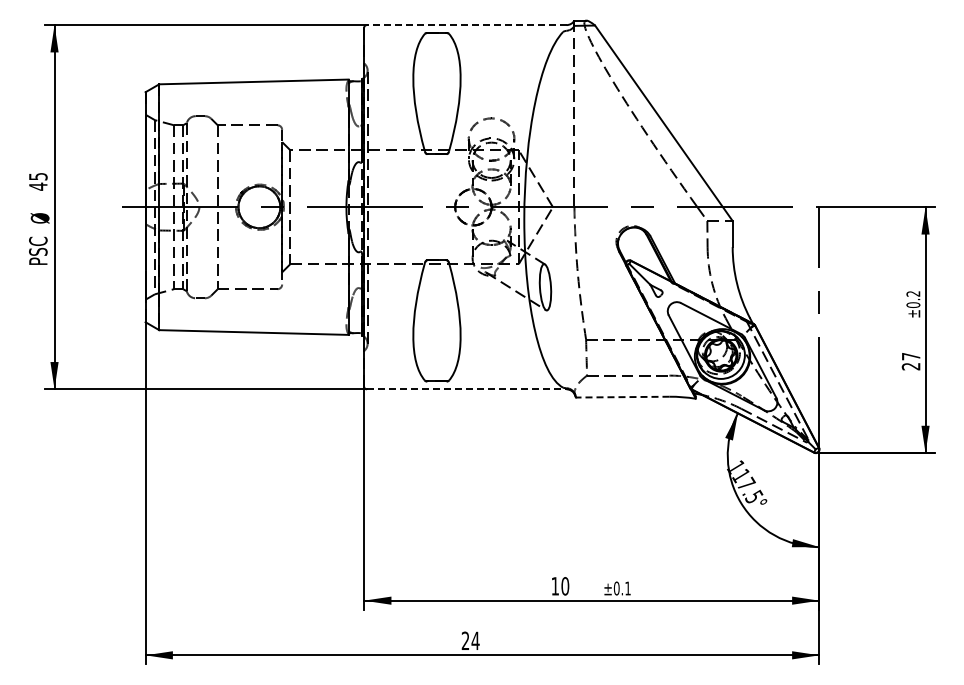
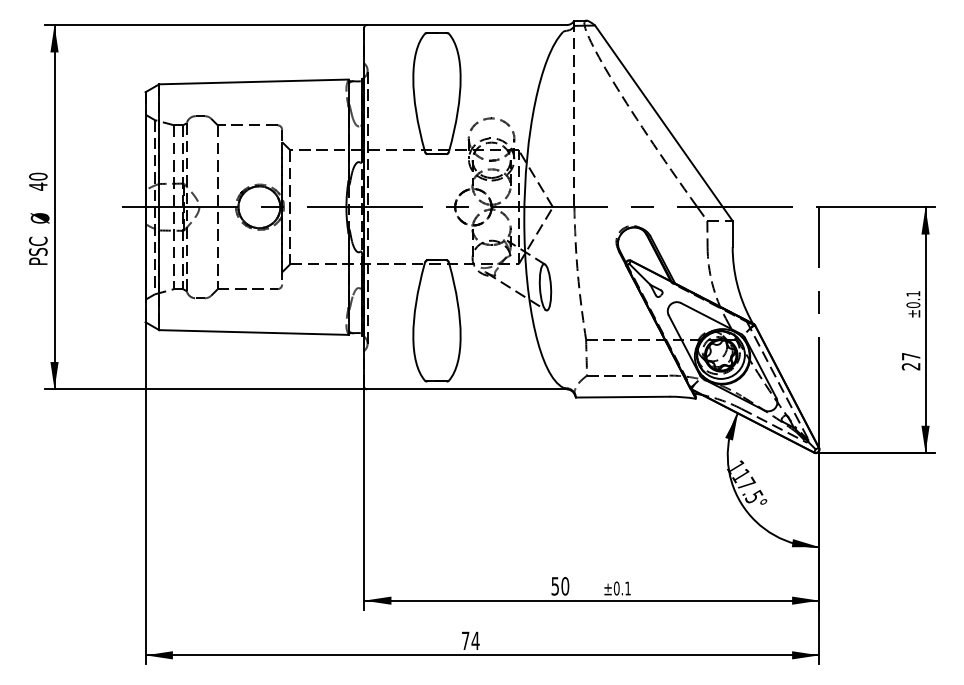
line at (466, 25): dashed -> solid
text at (38, 176): 45 -> 40
text at (913, 293): ±0.2 -> ±0.1
line at (466, 389): dashed -> solid
line at (622, 397): dashed -> solid
text at (554, 586): 10 -> 50
text at (465, 640): 24 -> 74
